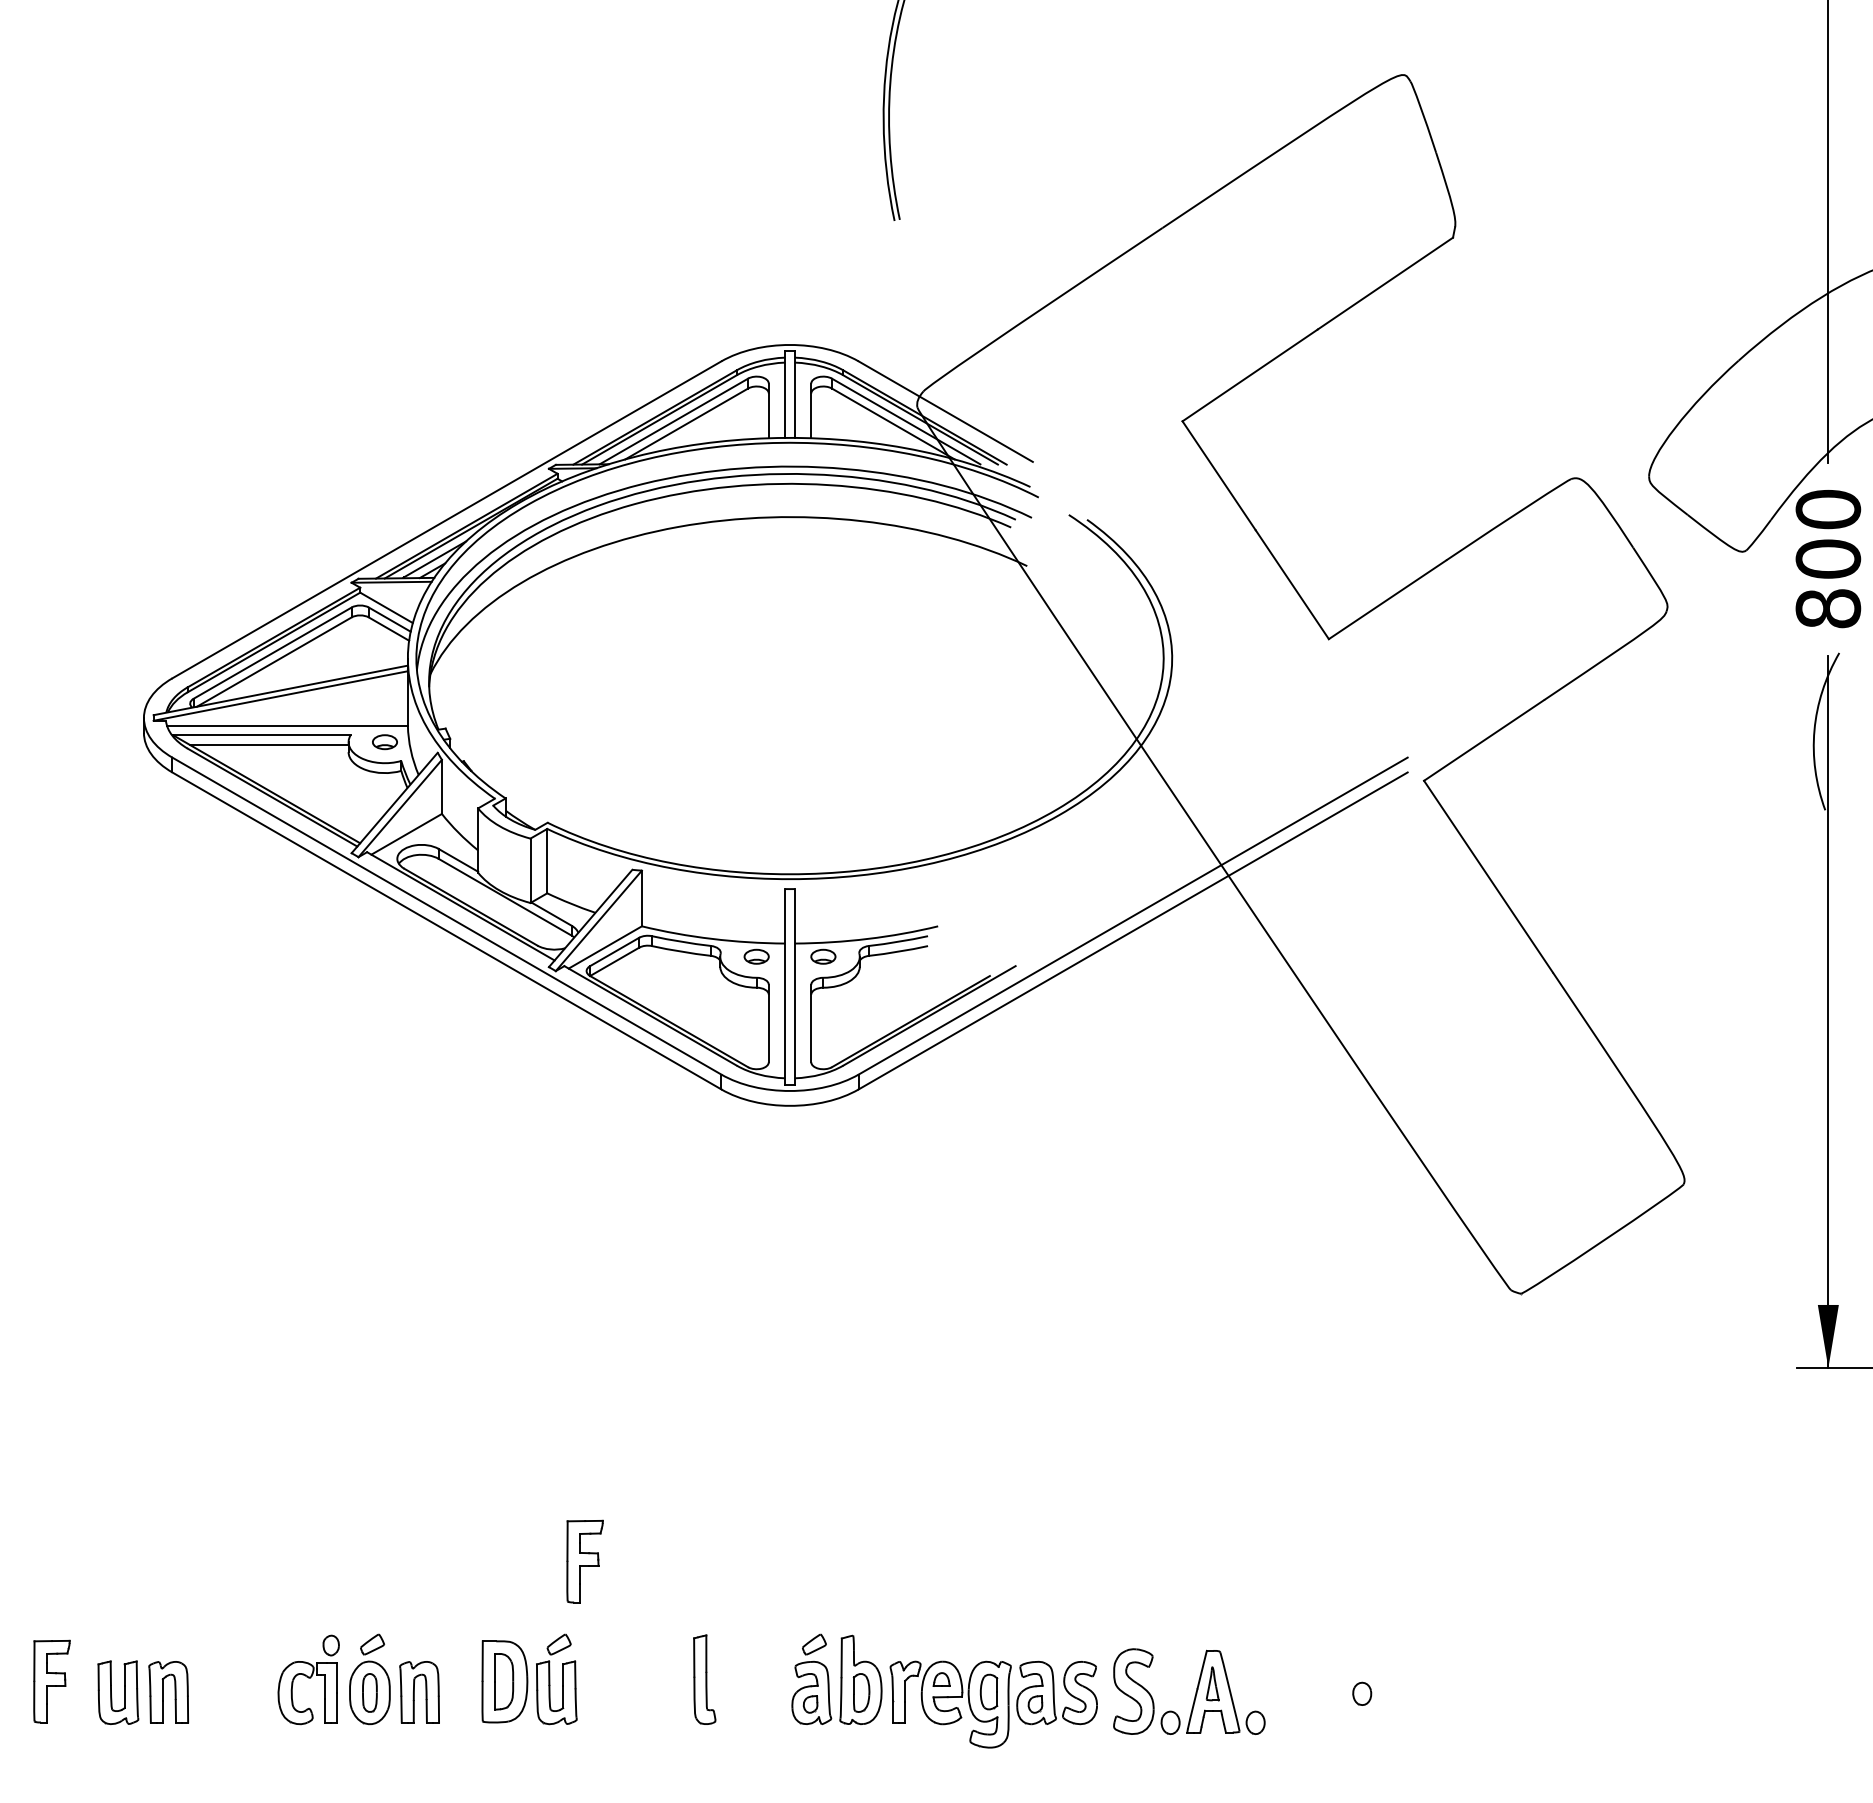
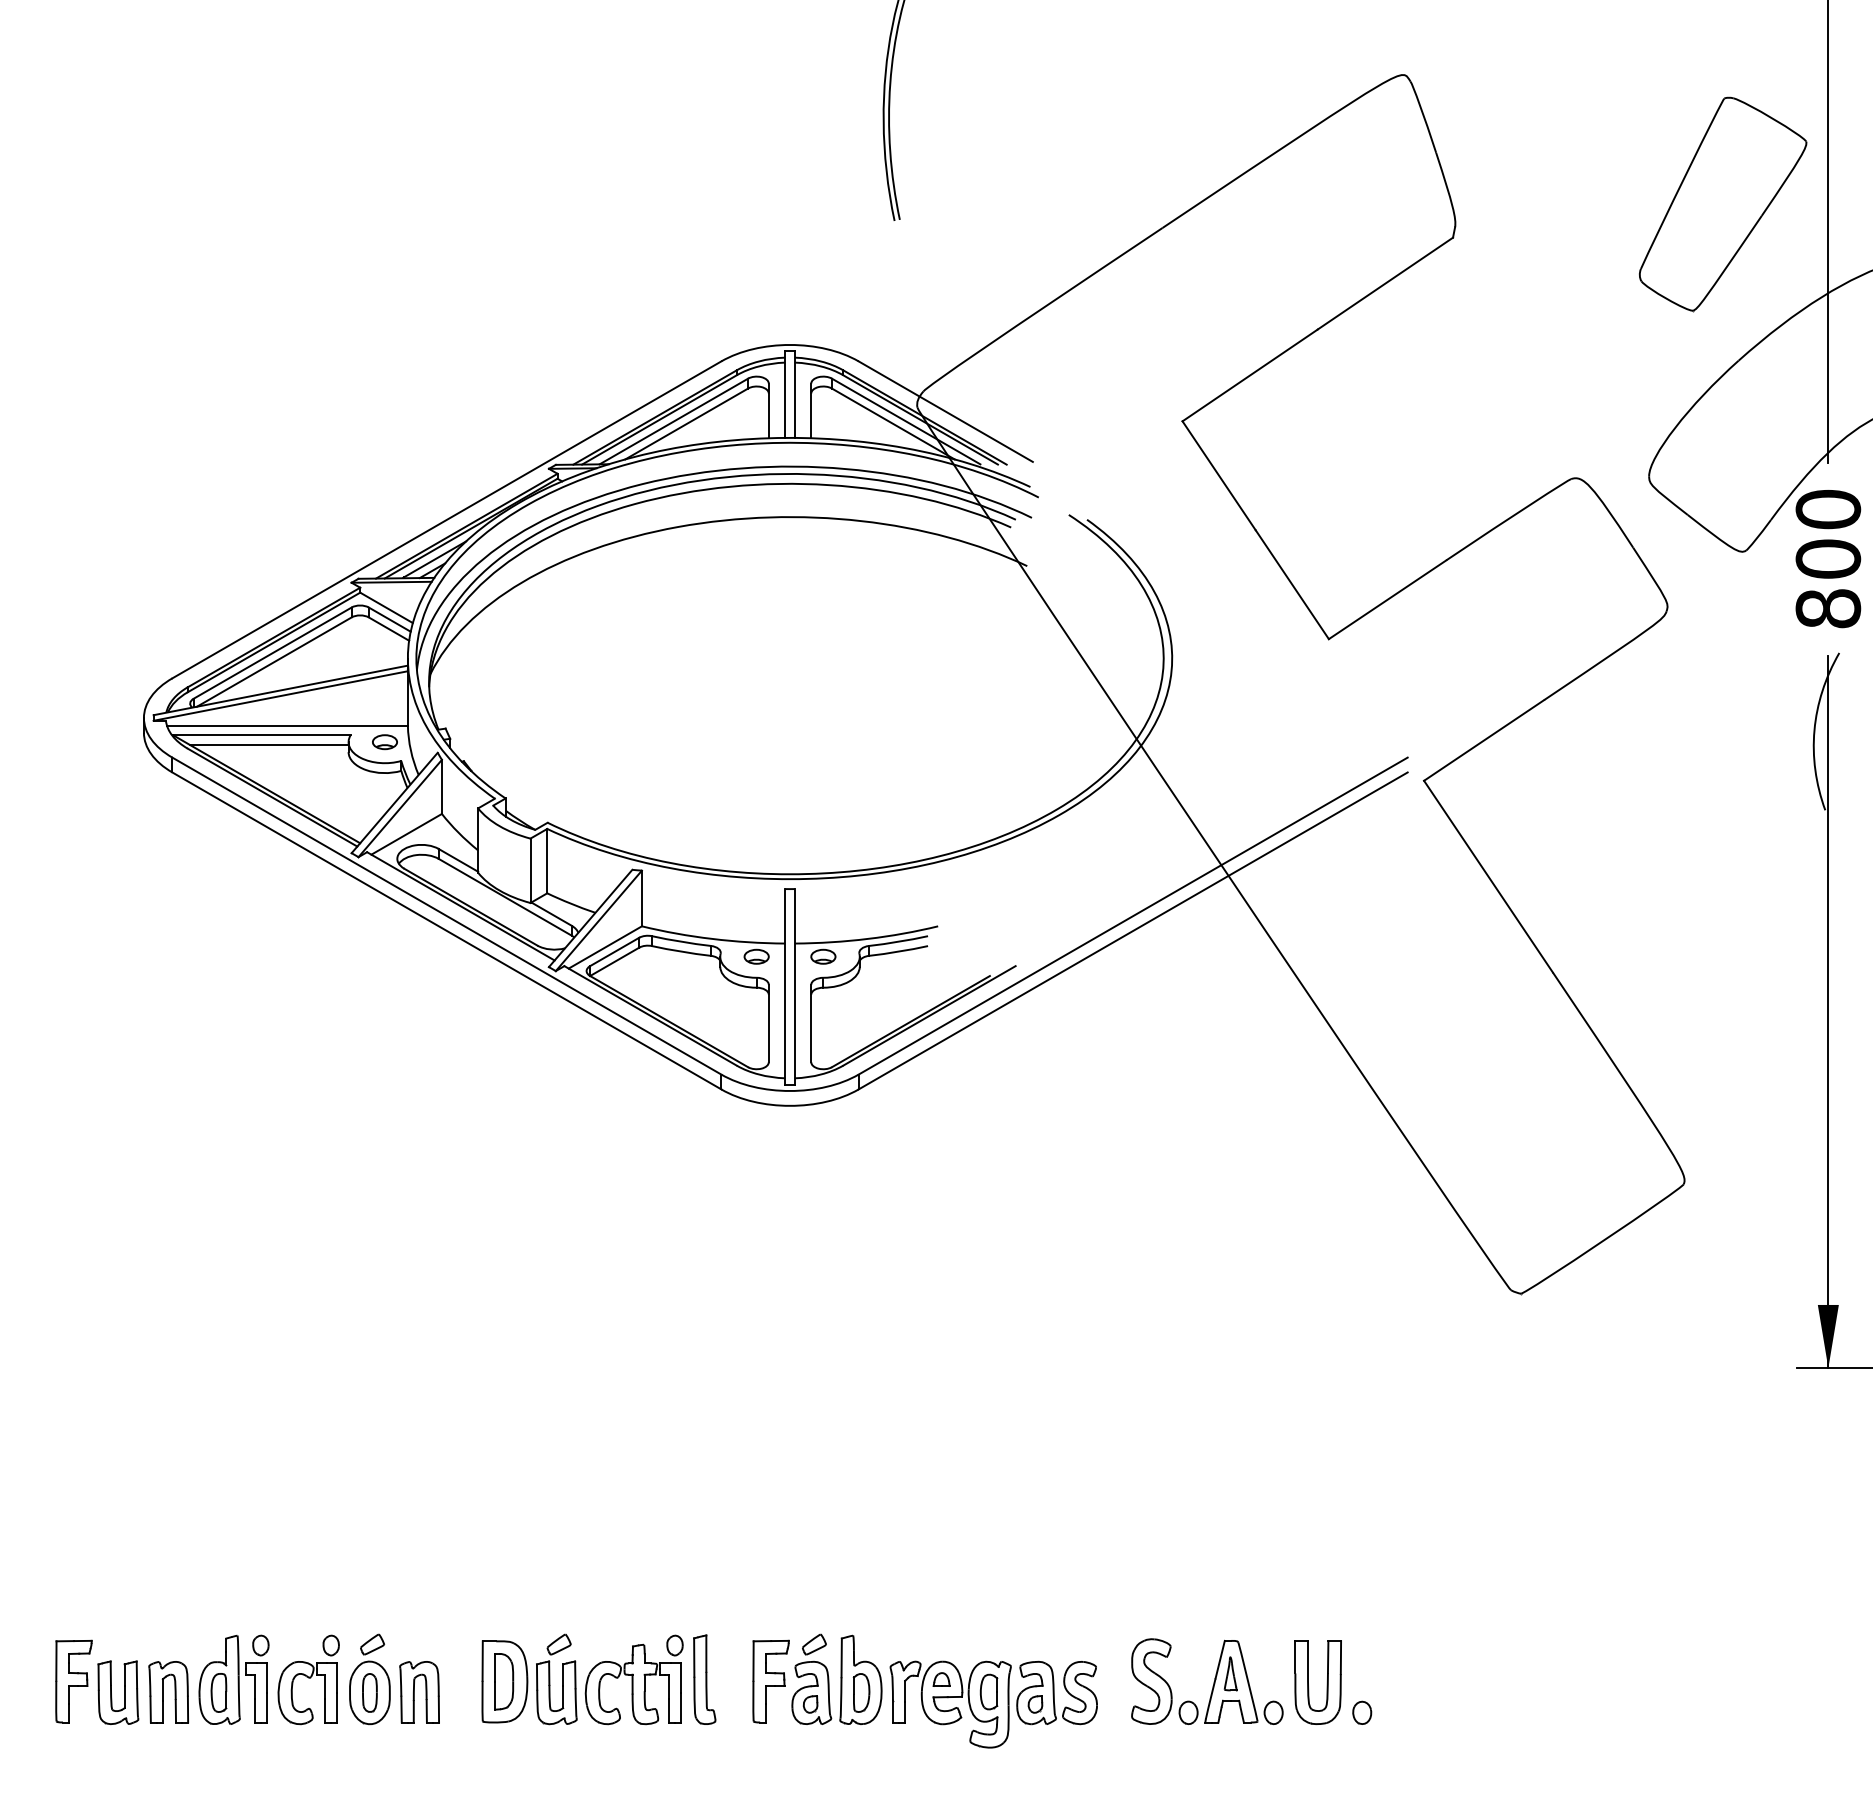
part at (1723, 204): none -> present
part at (584, 1561) position: (584, 1561) -> (770, 1681)
part at (233, 1679): none -> present
part at (633, 1679): none -> present
part at (51, 1681) position: (51, 1681) -> (73, 1681)
part at (1308, 1682): none -> present
part at (1195, 1692) position: (1195, 1692) -> (1213, 1682)
part at (1362, 1693) position: (1362, 1693) -> (1362, 1712)
